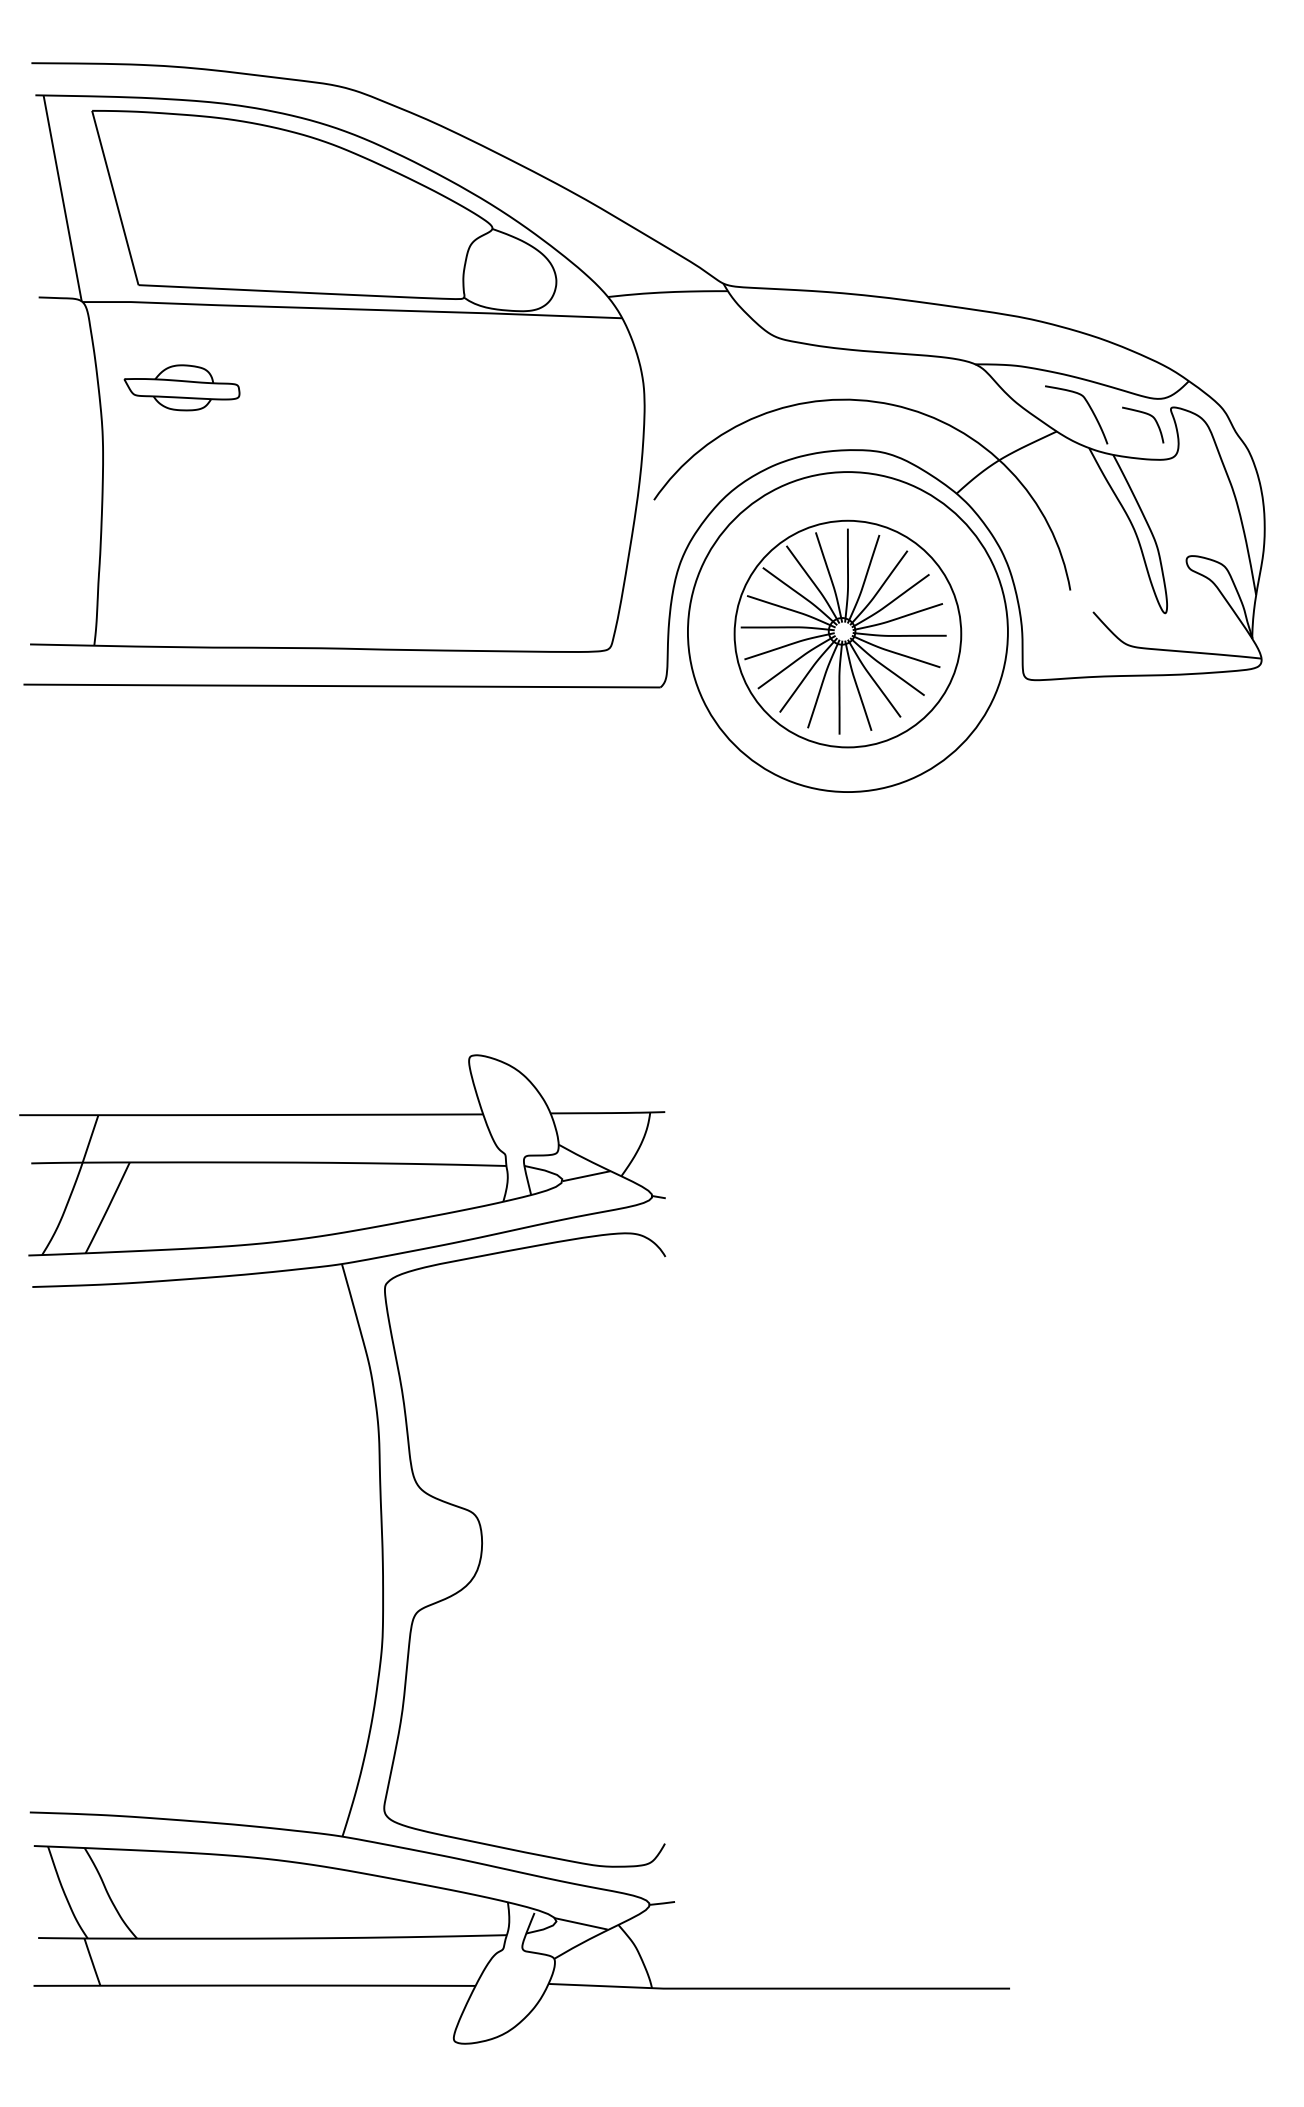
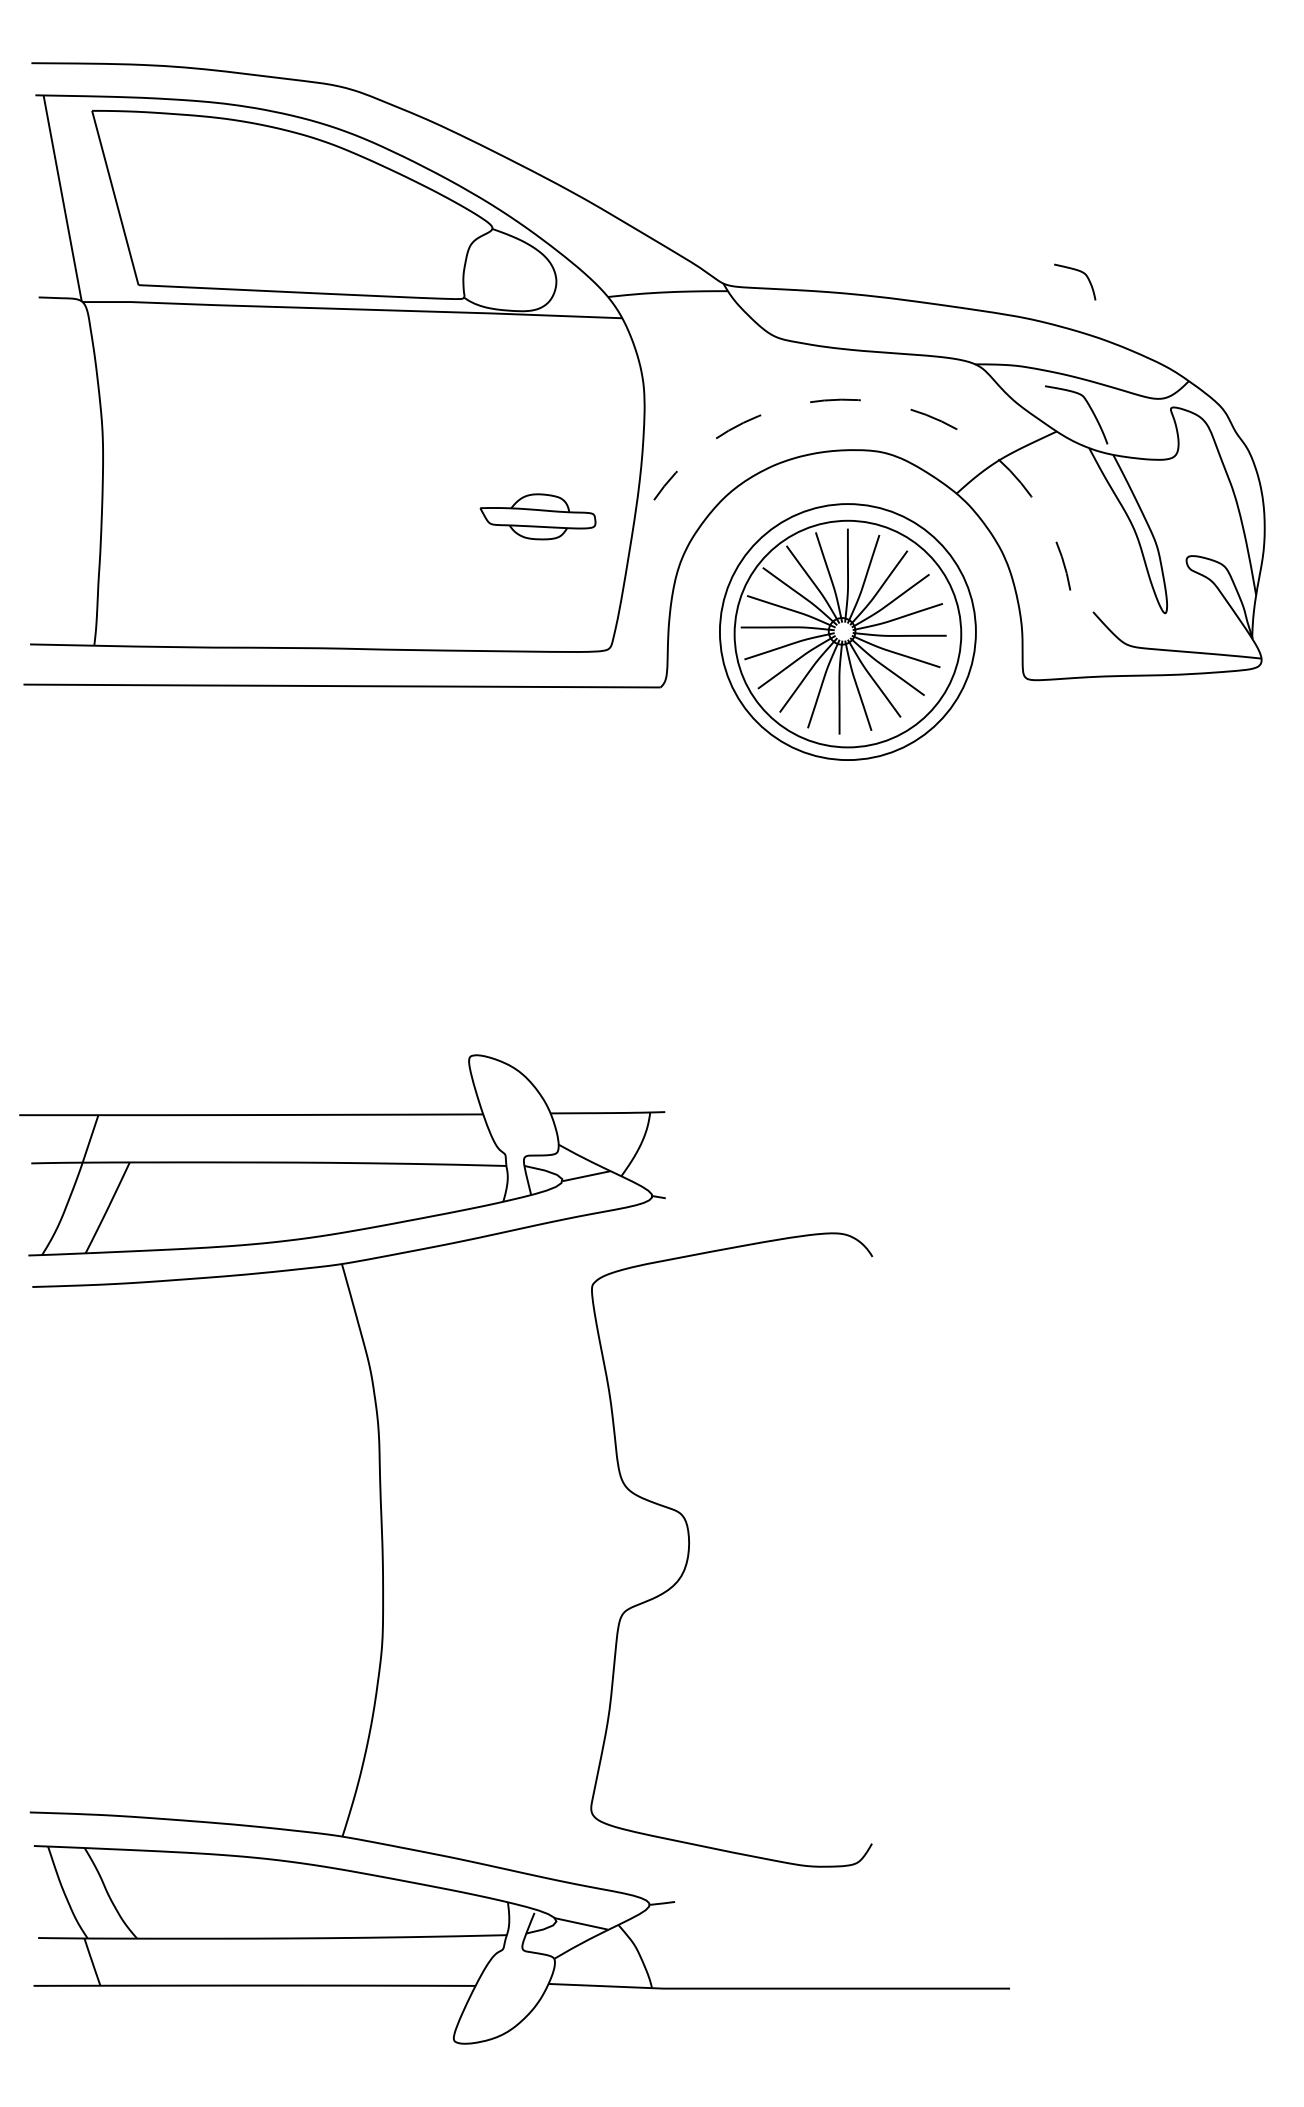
part at (181, 387) position: (181, 387) -> (537, 516)
arc at (892, 404): solid -> dashed
curve at (1145, 414) position: (1145, 414) -> (1077, 271)
circle at (847, 632) diameter: 320 px -> 256 px
curve at (482, 1549) position: (482, 1549) -> (689, 1549)
